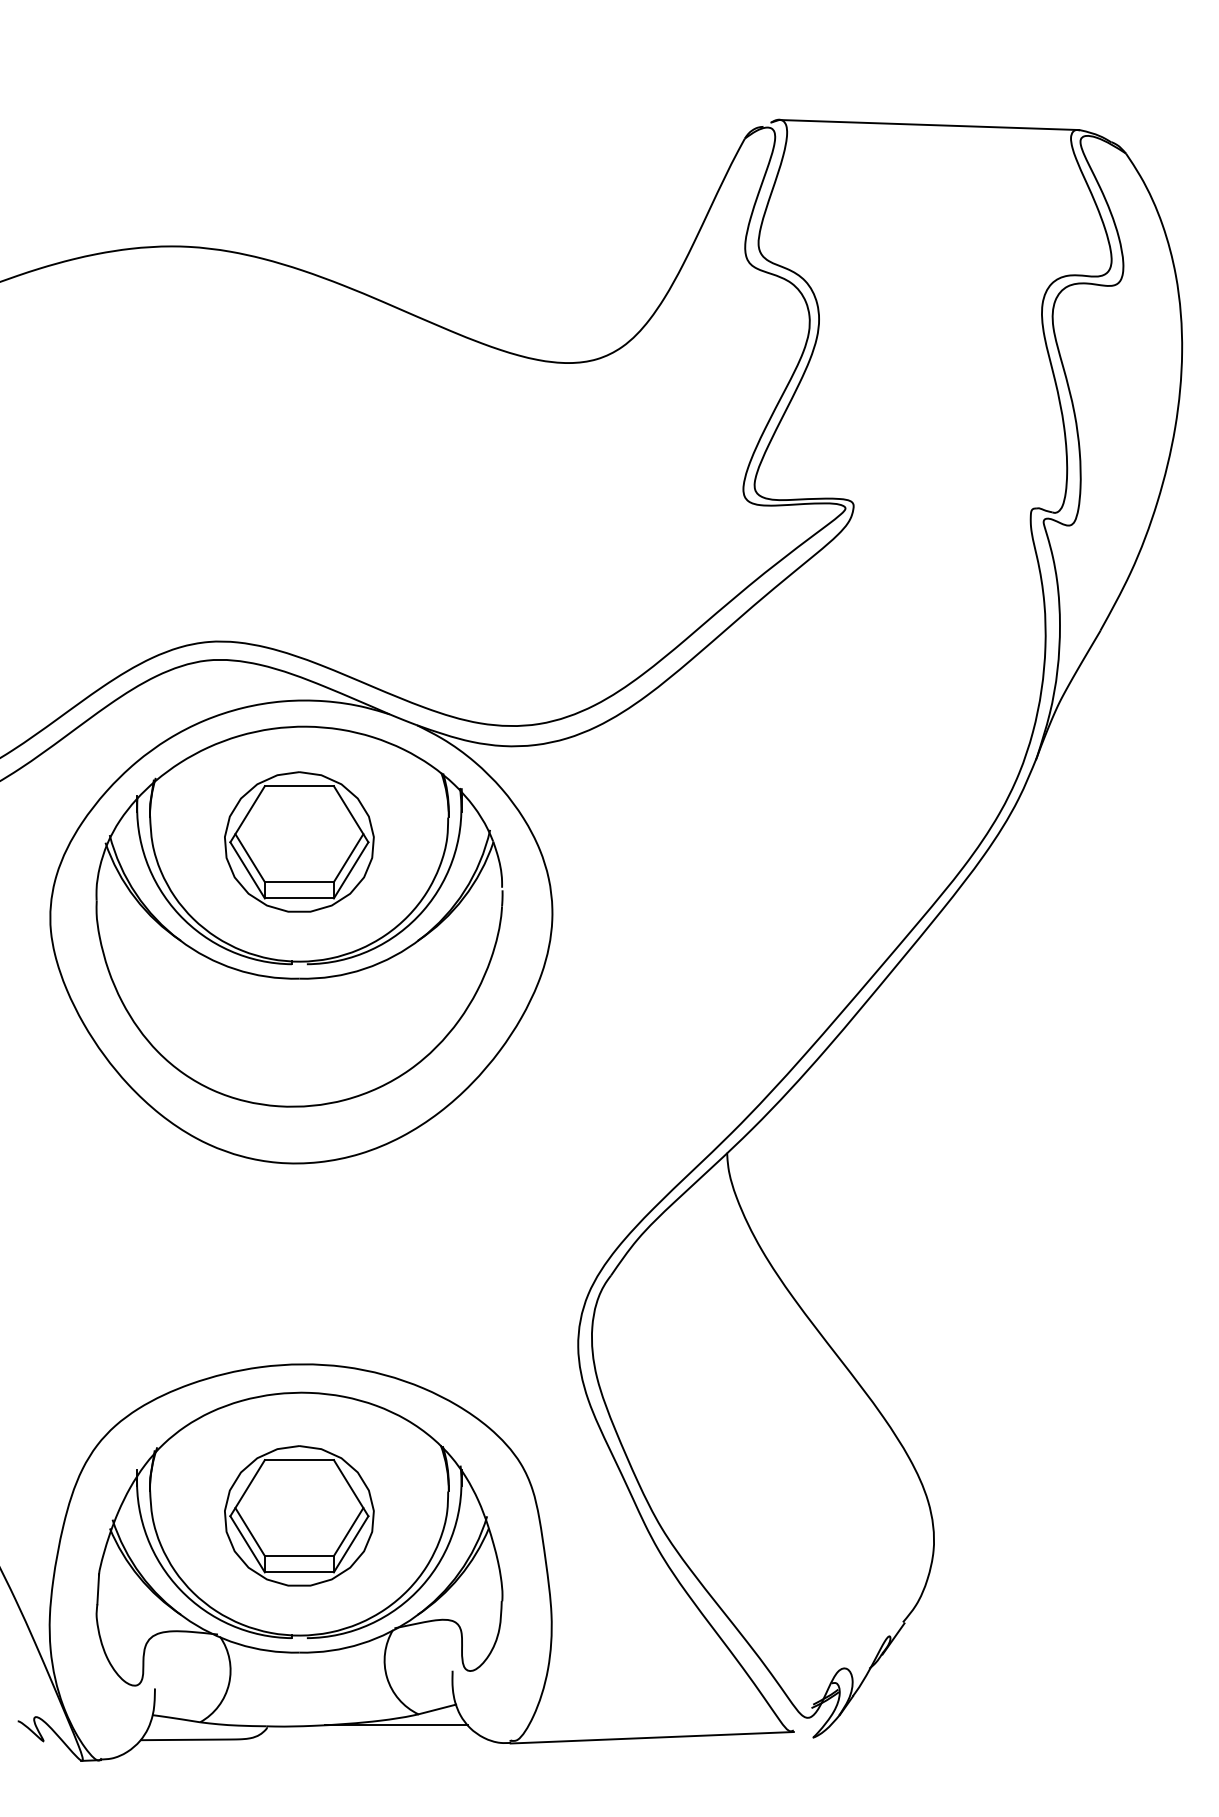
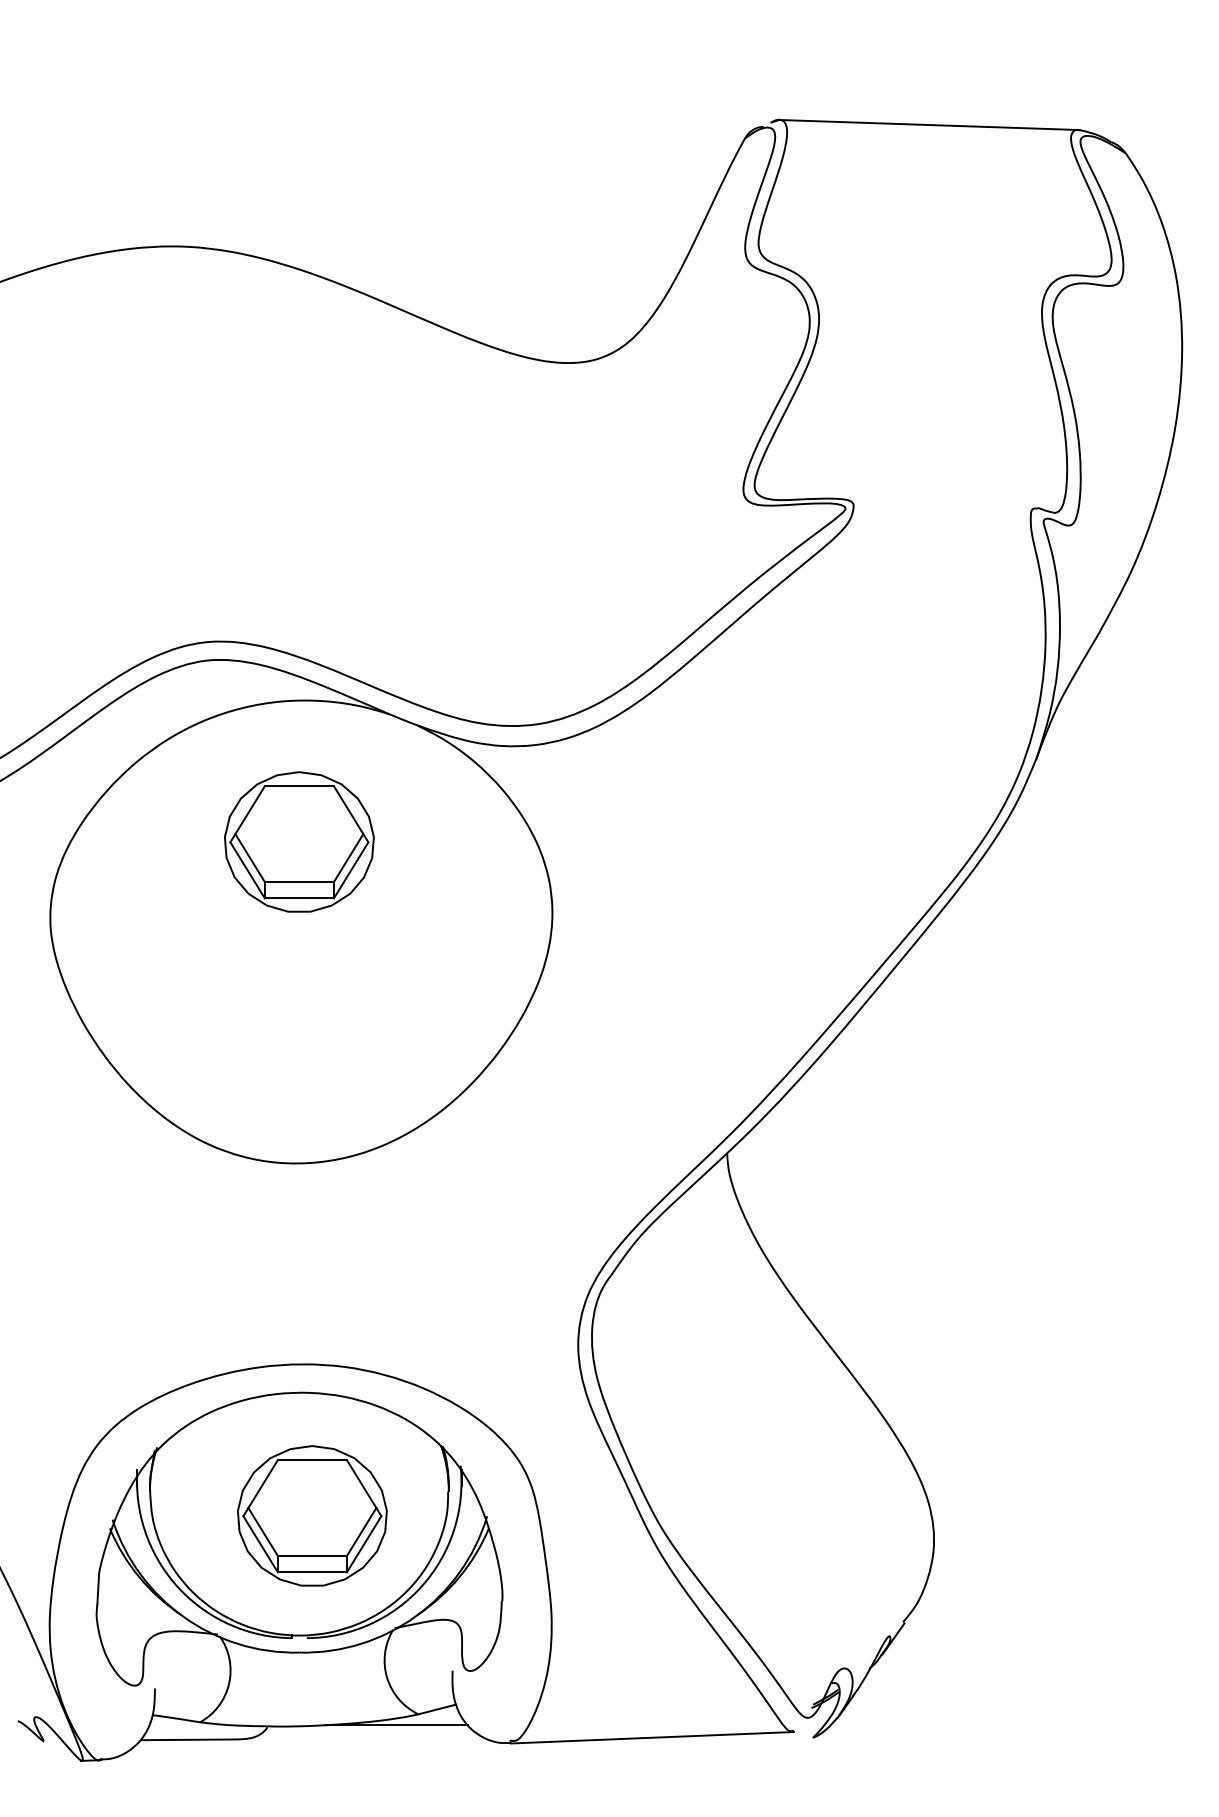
part at (299, 916): present -> none
part at (299, 1515) position: (299, 1515) -> (312, 1515)
